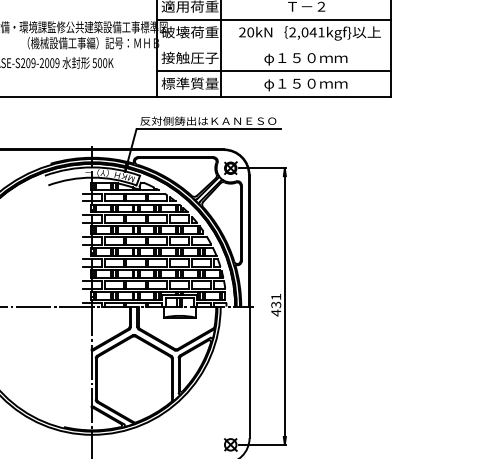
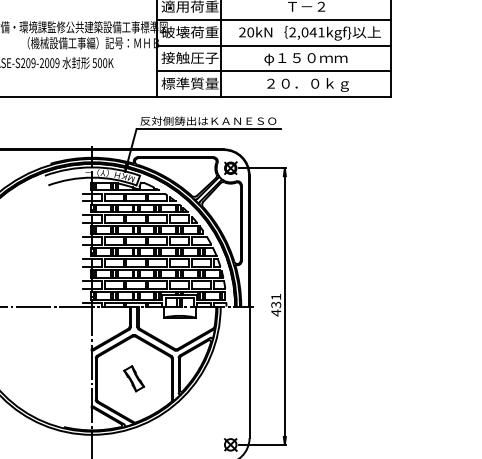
line at (274, 45): none -> present
text at (306, 84): φ１５０ｍｍ -> ２０．０ｋｇ
part at (133, 378): none -> present
